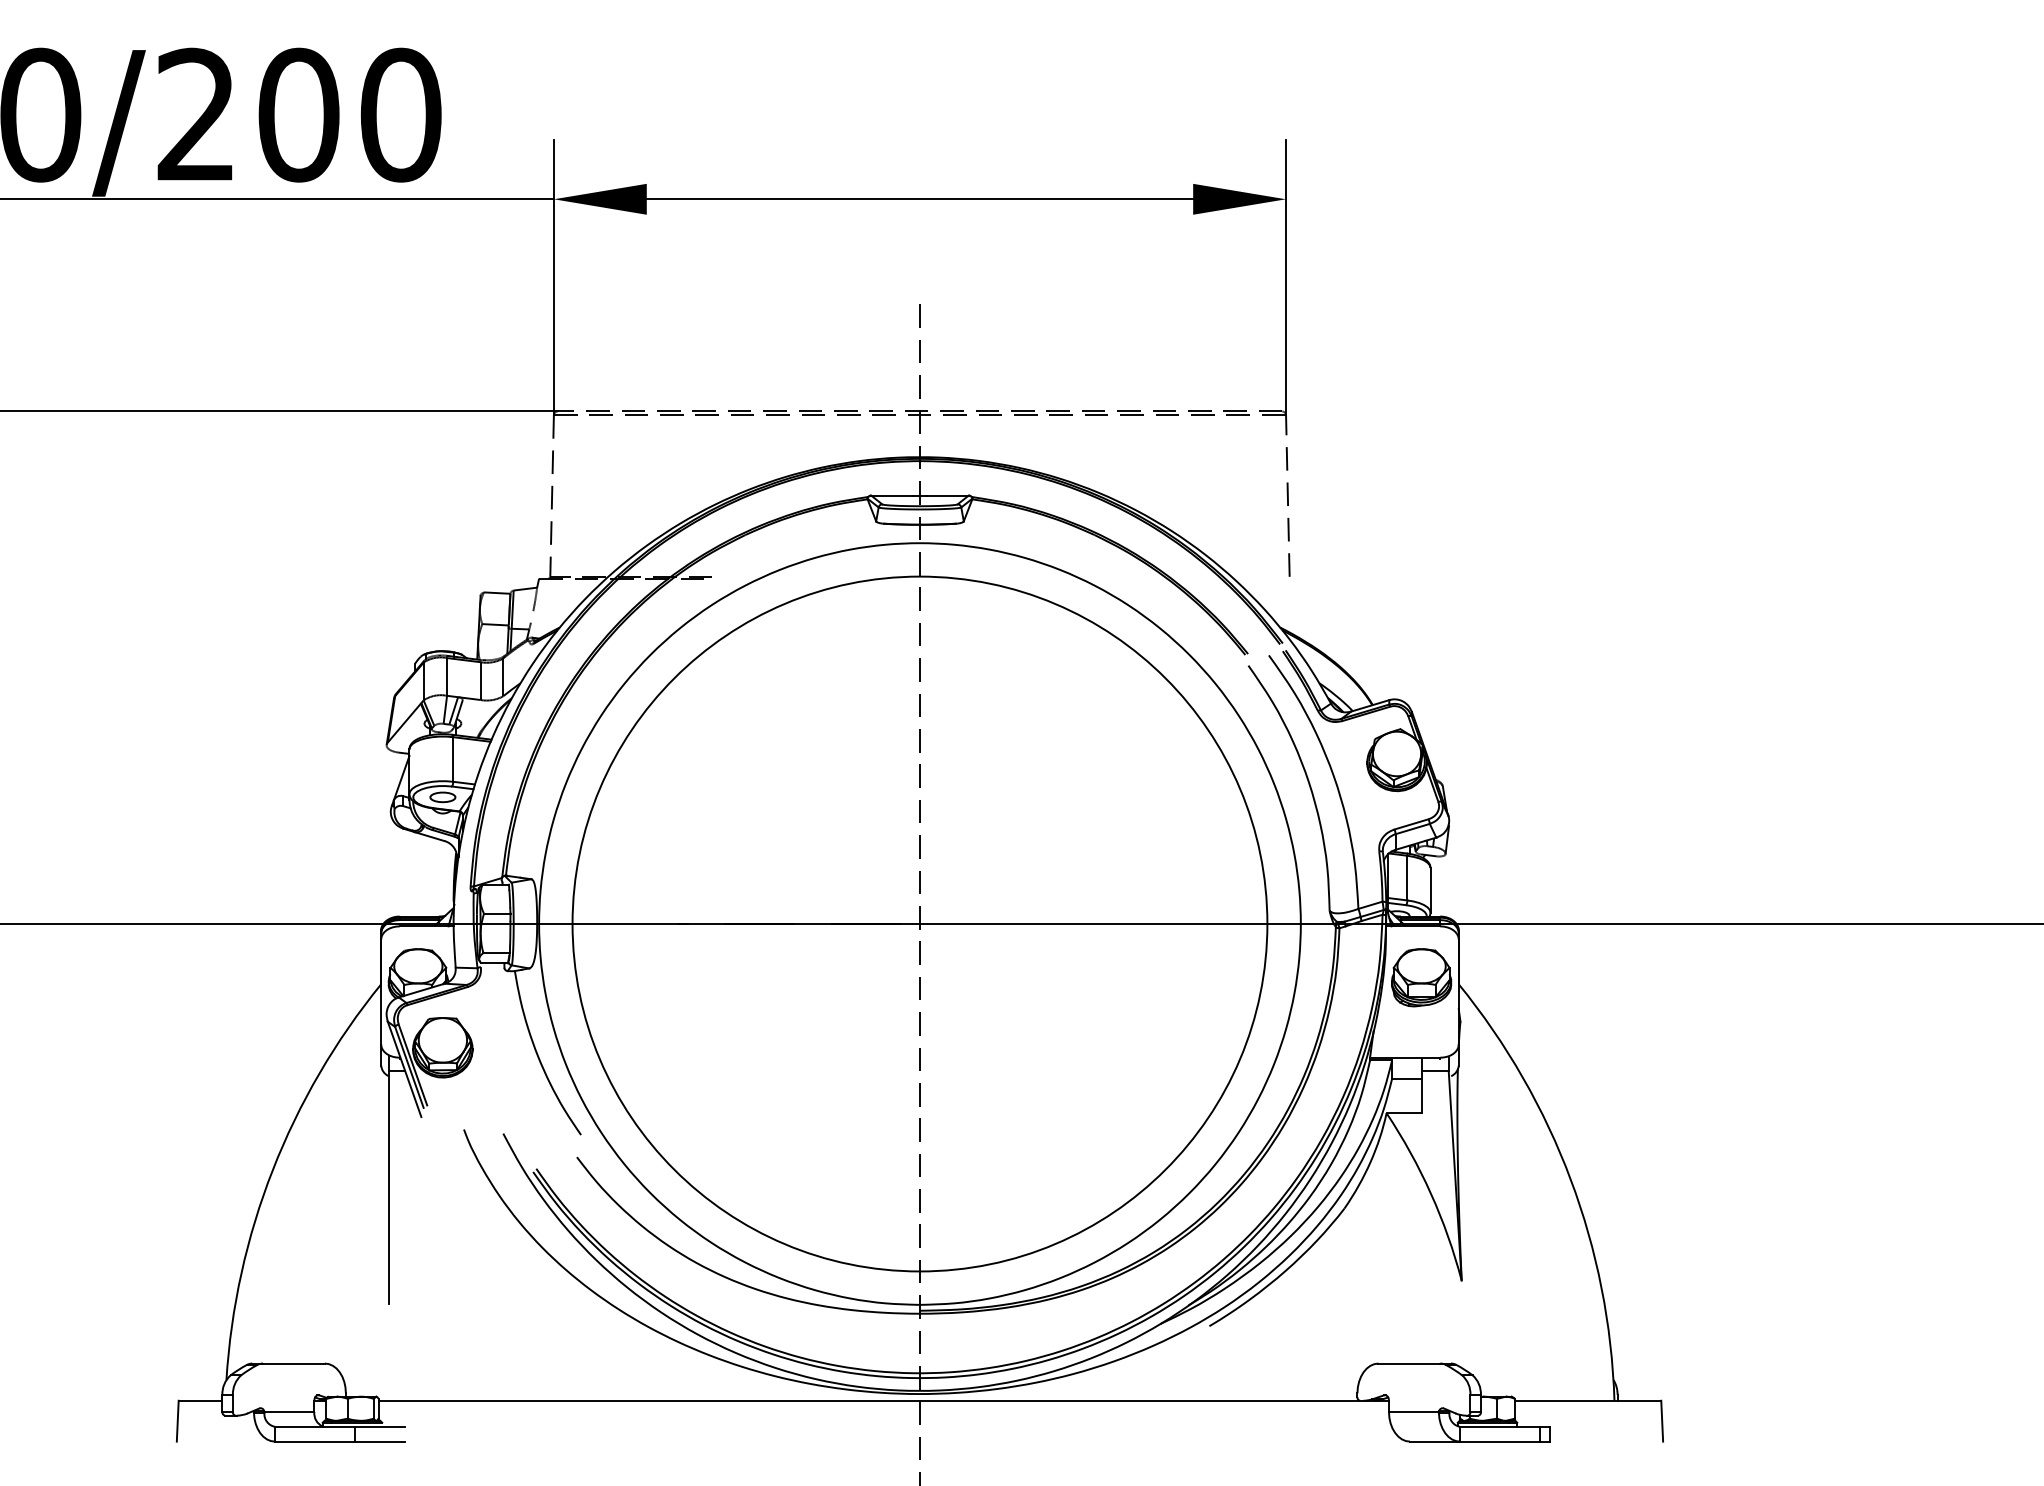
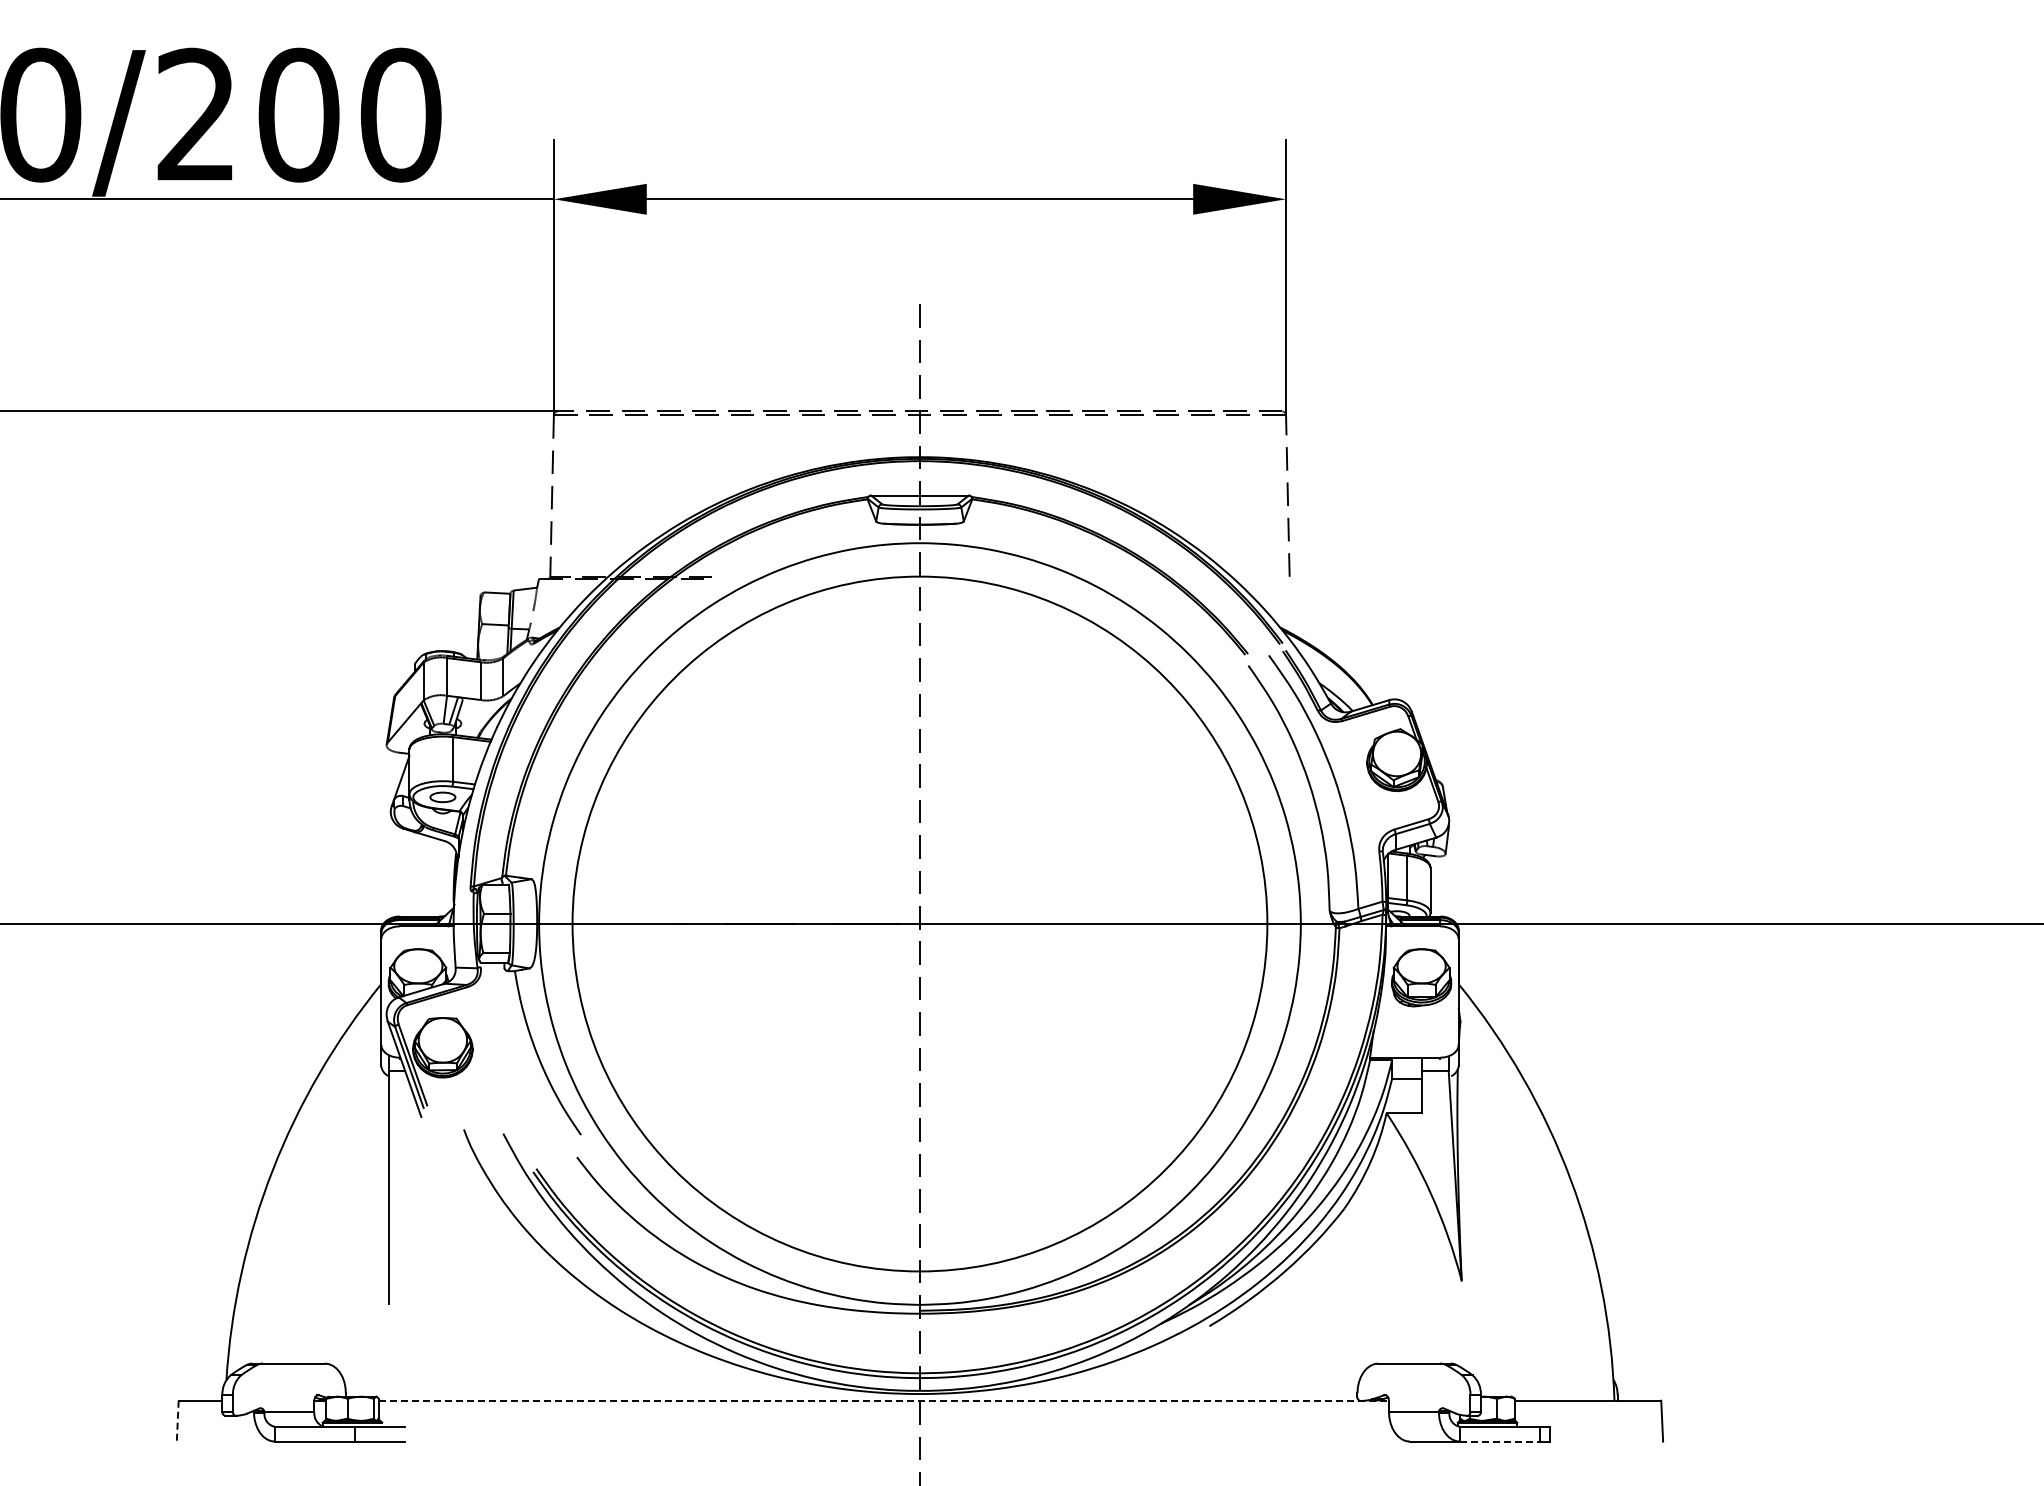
line at (884, 1400): solid -> dashed
line at (177, 1421): solid -> dashed
line at (1500, 1441): solid -> dashed
